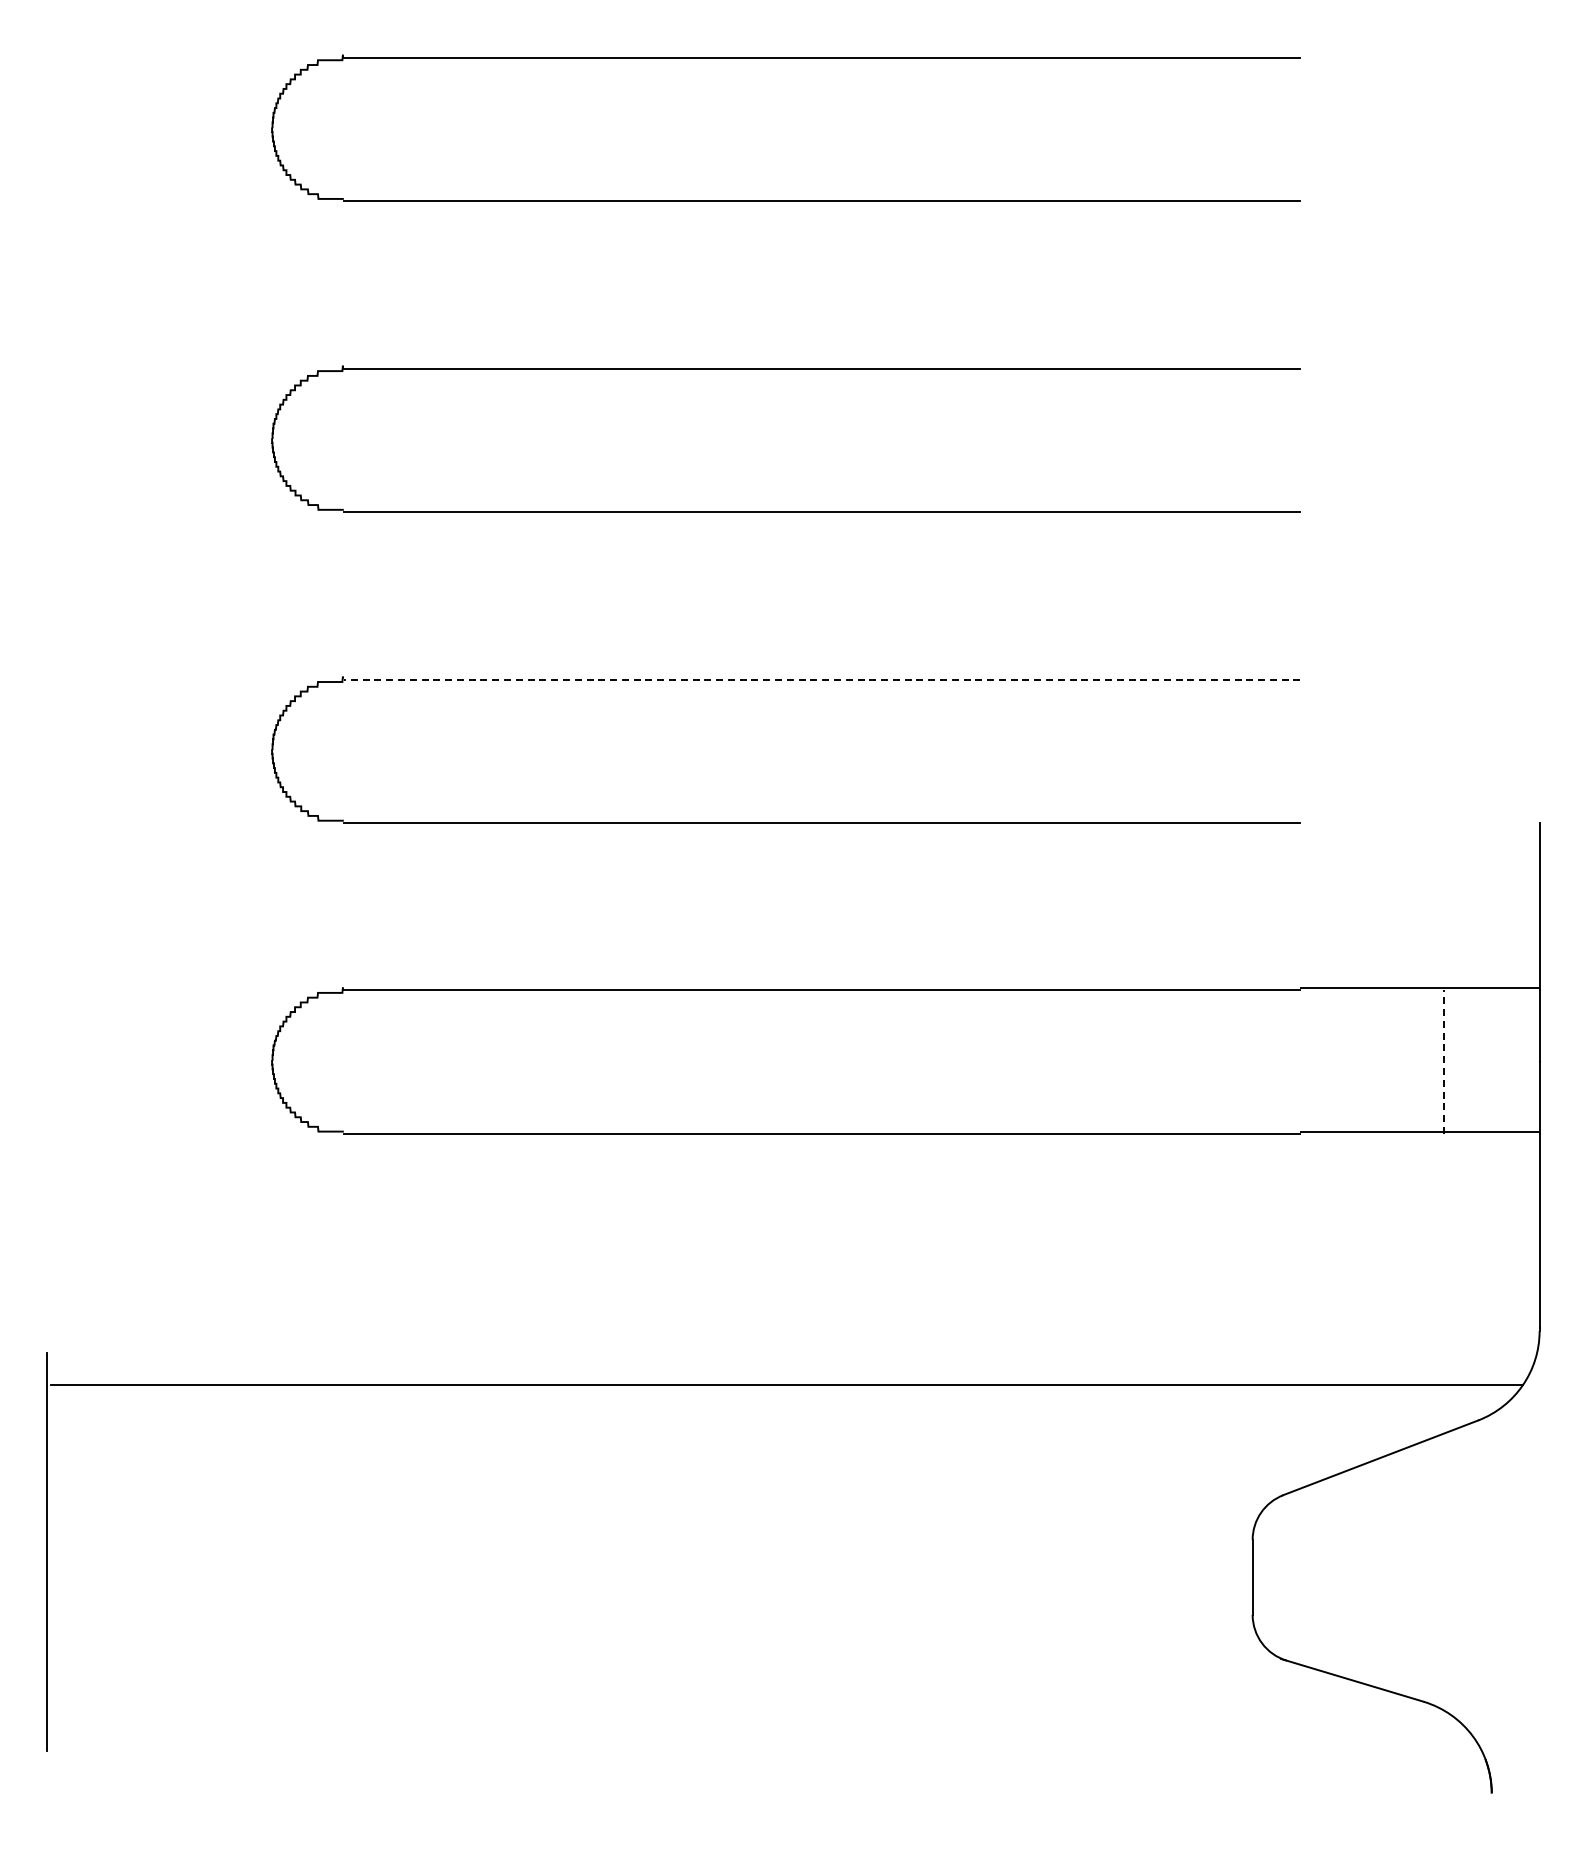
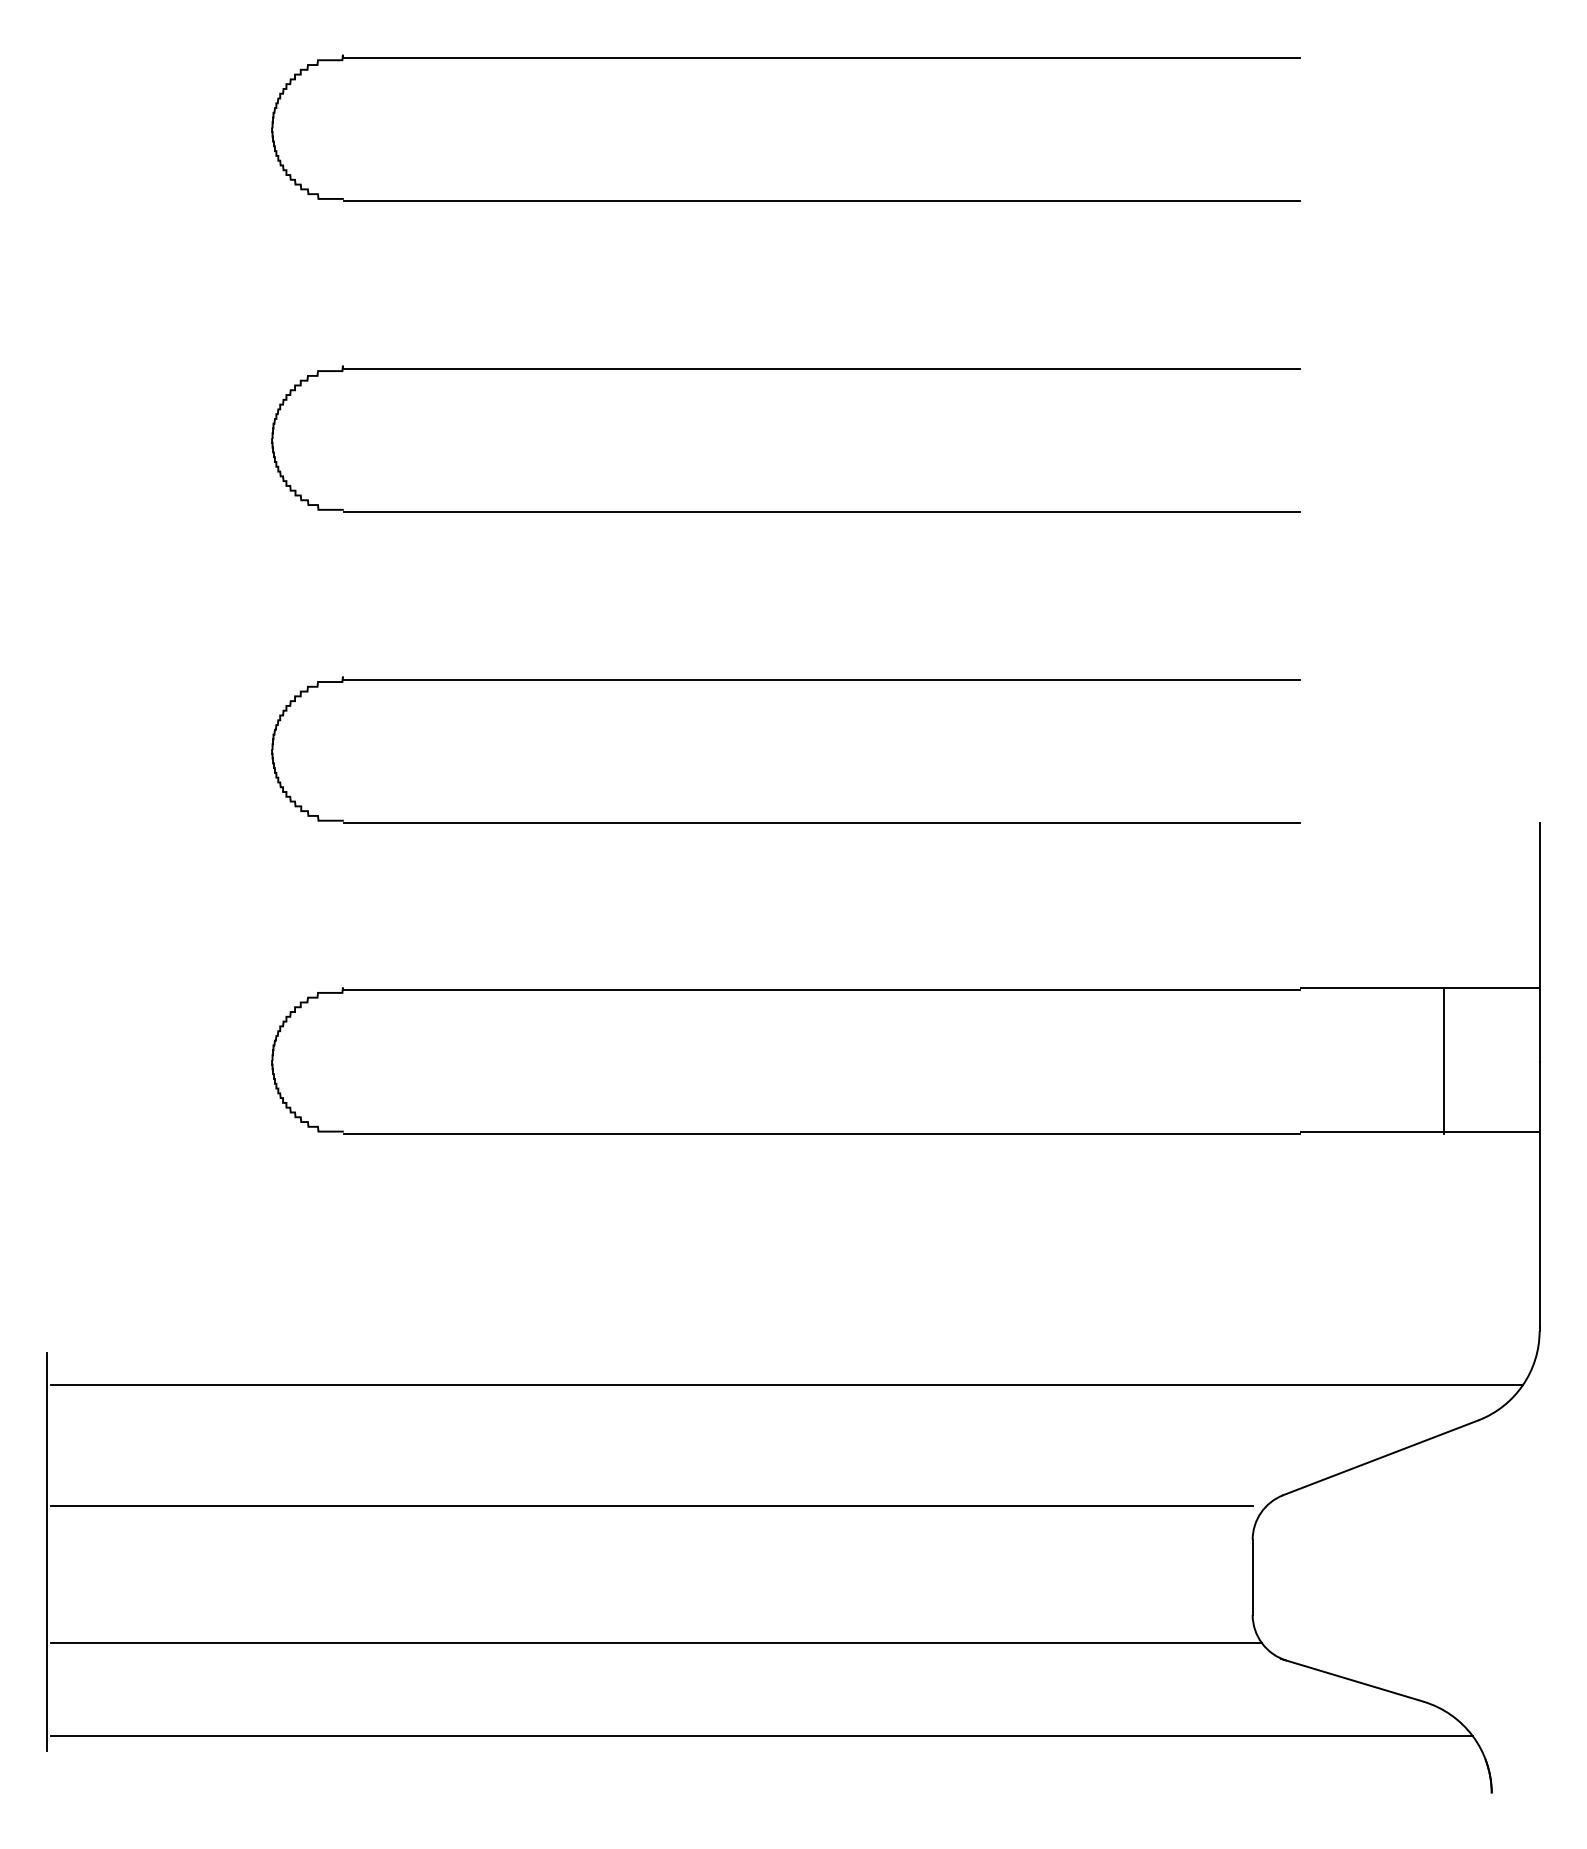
line at (821, 679): dashed -> solid
line at (1443, 1062): dashed -> solid
line at (651, 1506): none -> present
line at (656, 1643): none -> present
line at (761, 1736): none -> present
